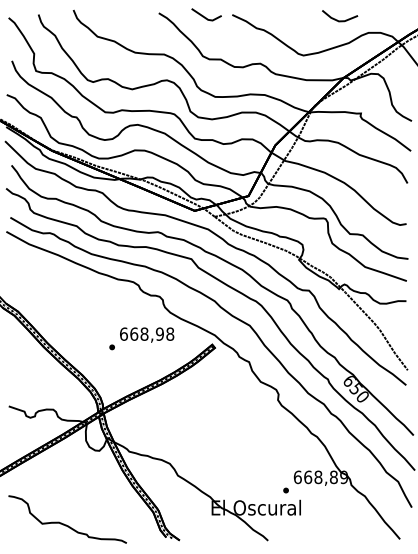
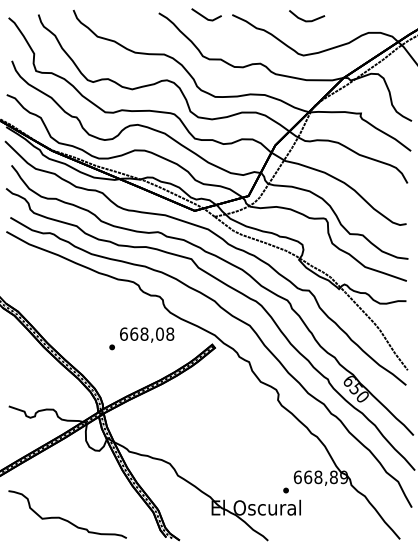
line at (340, 20) position: (340, 20) -> (307, 20)
text at (159, 333): 668,98 -> 668,08
curve at (64, 523) position: (64, 523) -> (64, 518)
